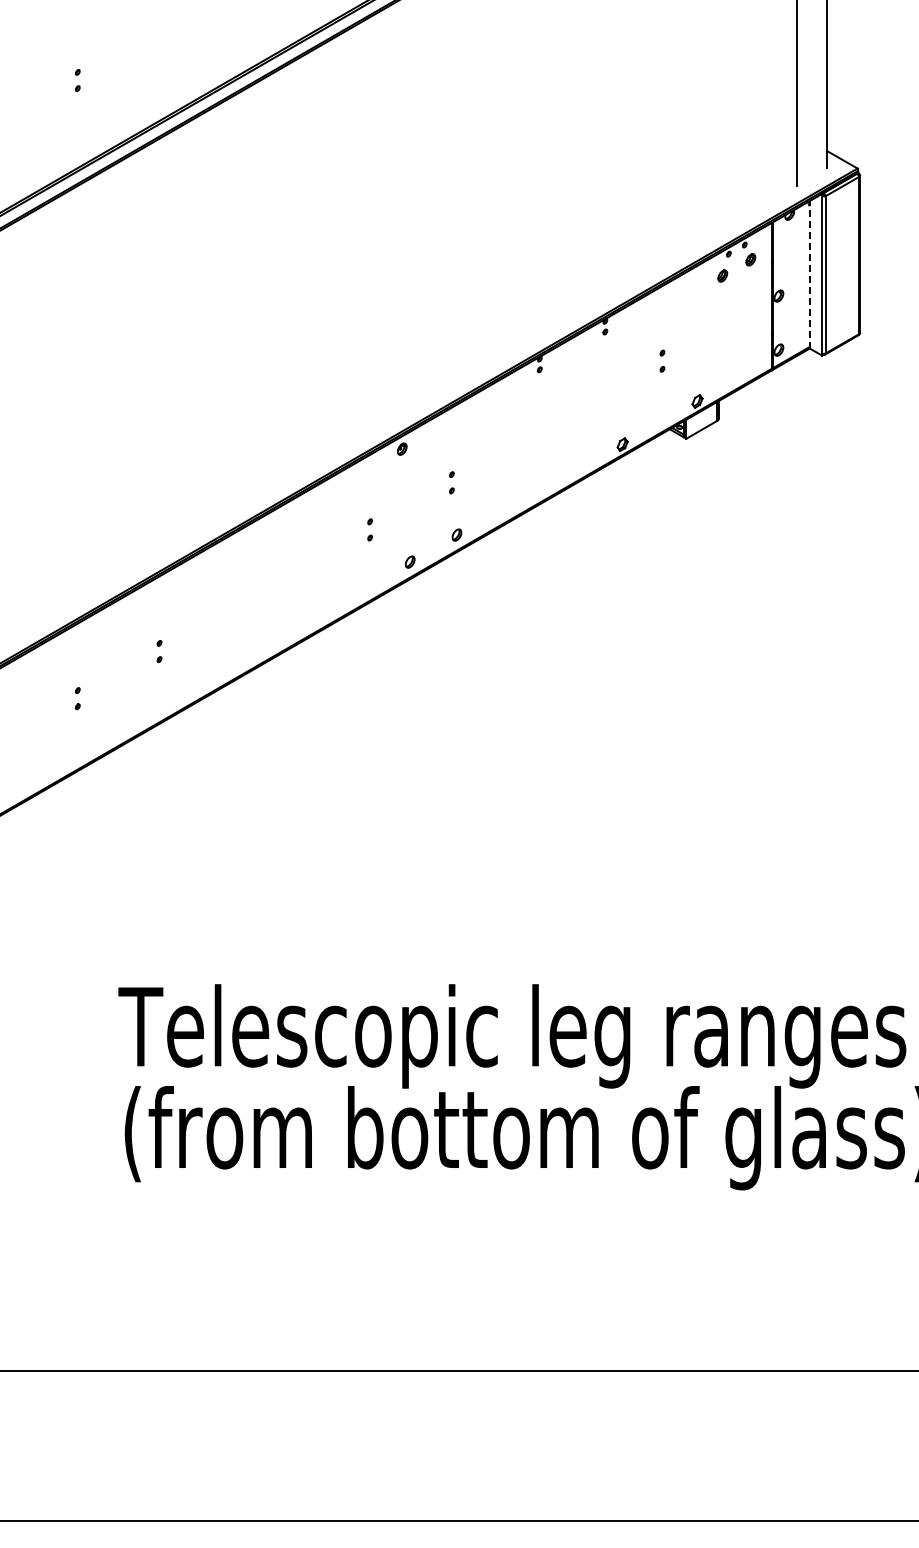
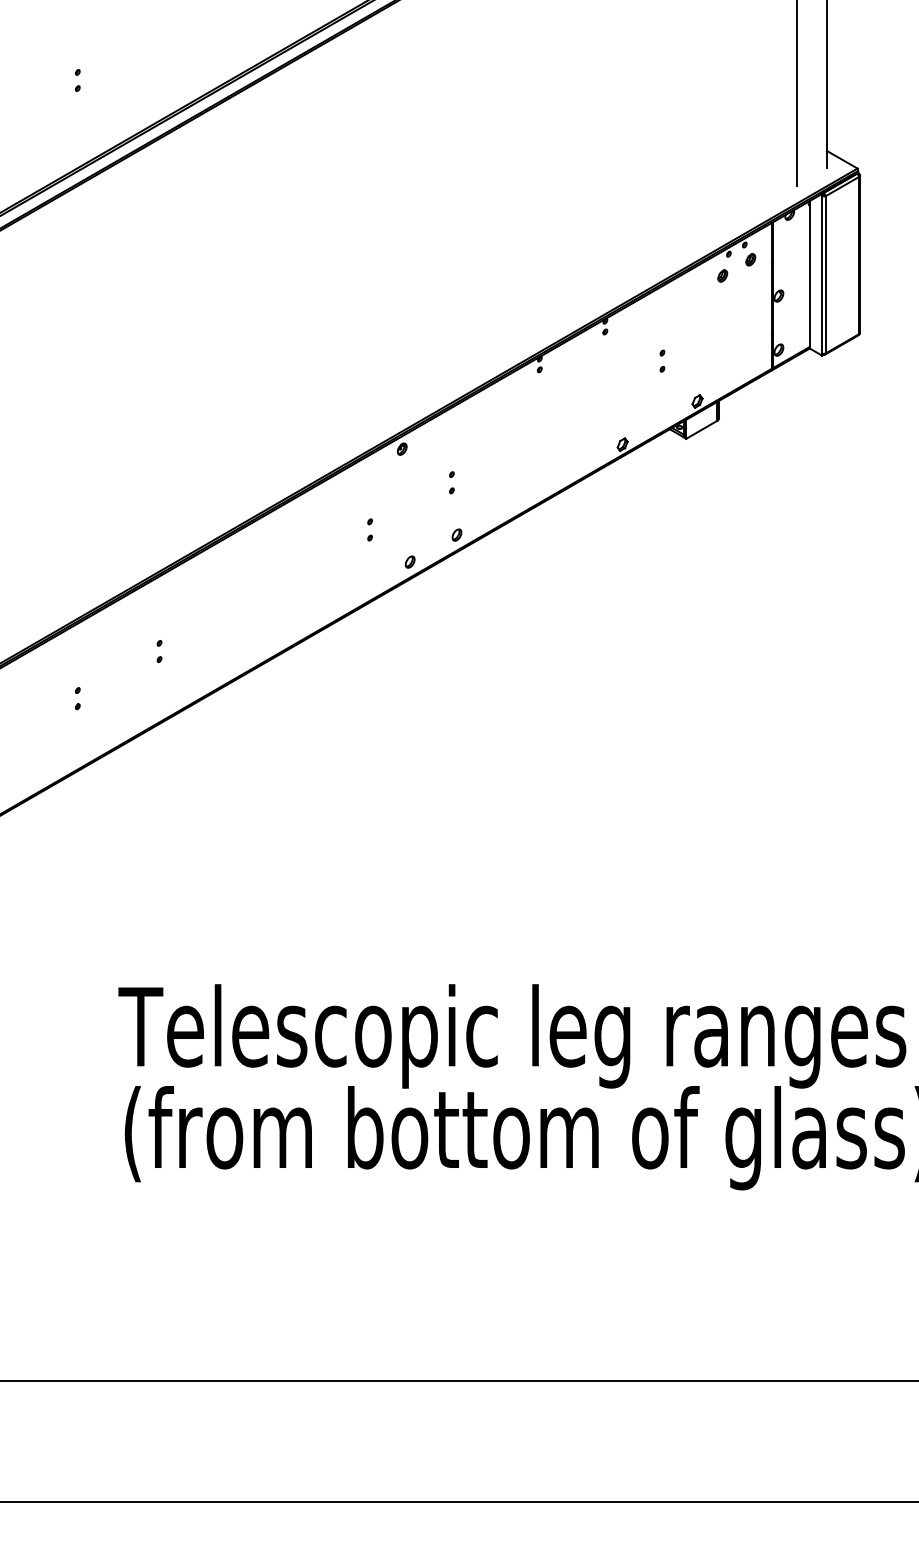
line at (809, 274): dashed -> solid
line at (458, 1370) position: (458, 1370) -> (458, 1380)
line at (458, 1520) position: (458, 1520) -> (458, 1501)
